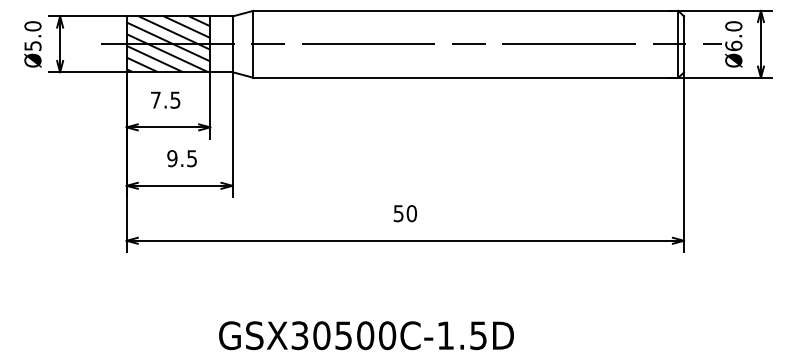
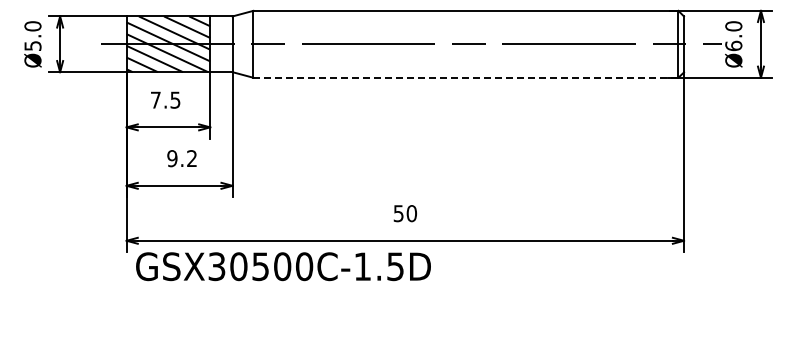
line at (465, 77): solid -> dashed
text at (191, 158): 9.5 -> 9.2
text at (366, 335) position: (366, 335) -> (283, 266)
